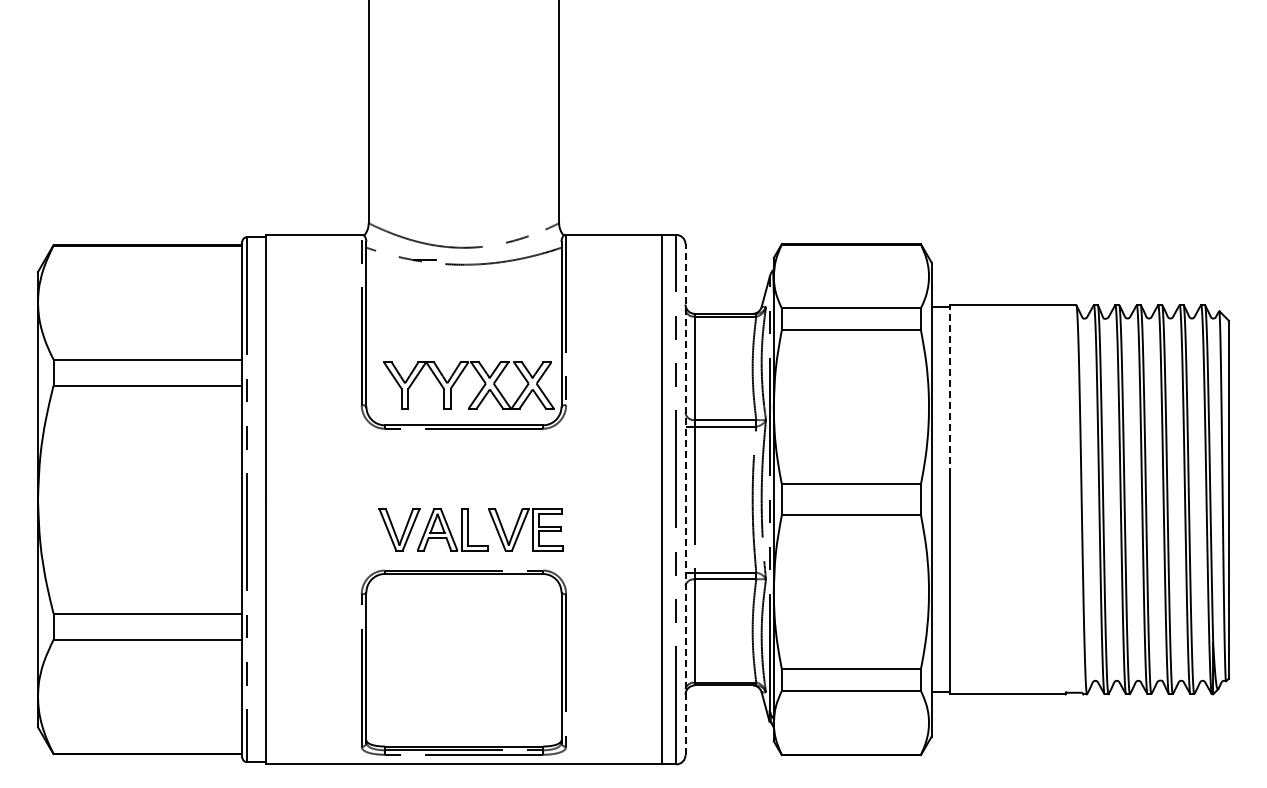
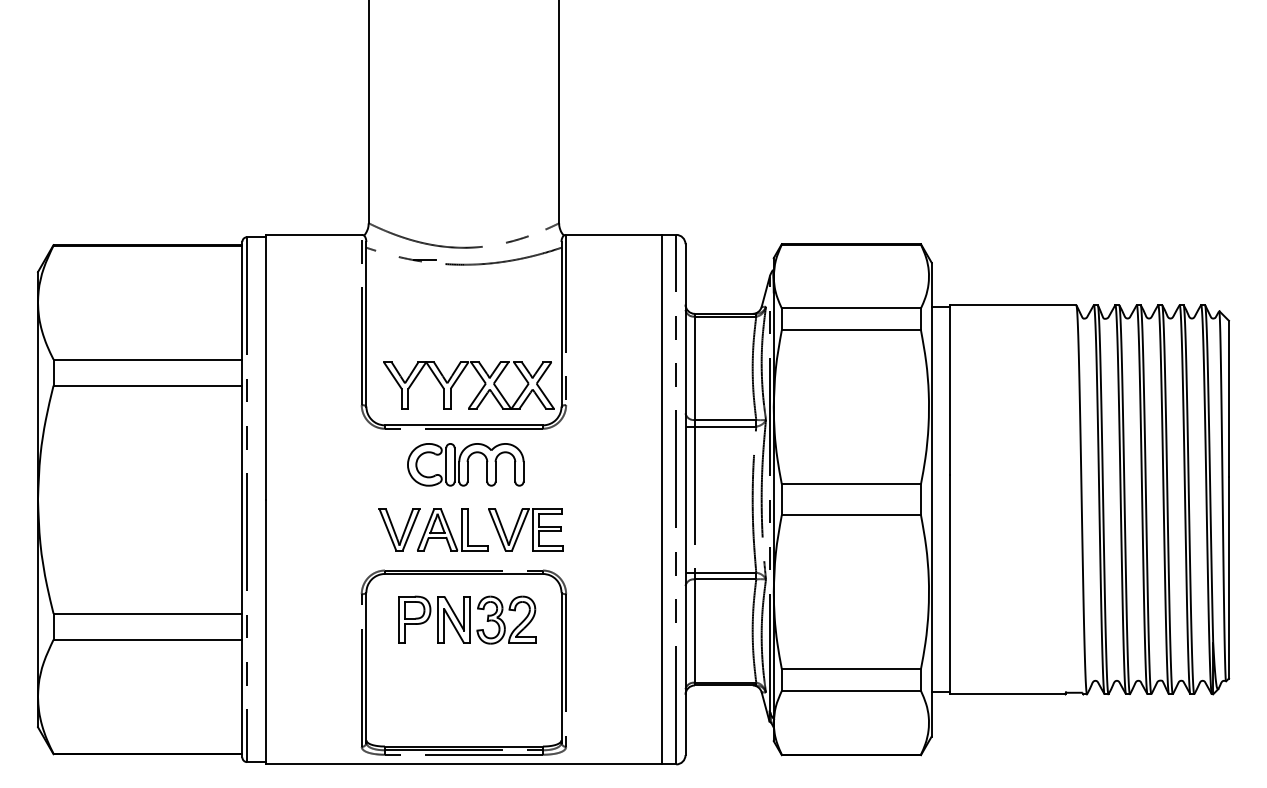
line at (950, 389): dashed -> solid
part at (465, 464): none -> present
line at (685, 499): dashed -> solid
part at (467, 619): none -> present
